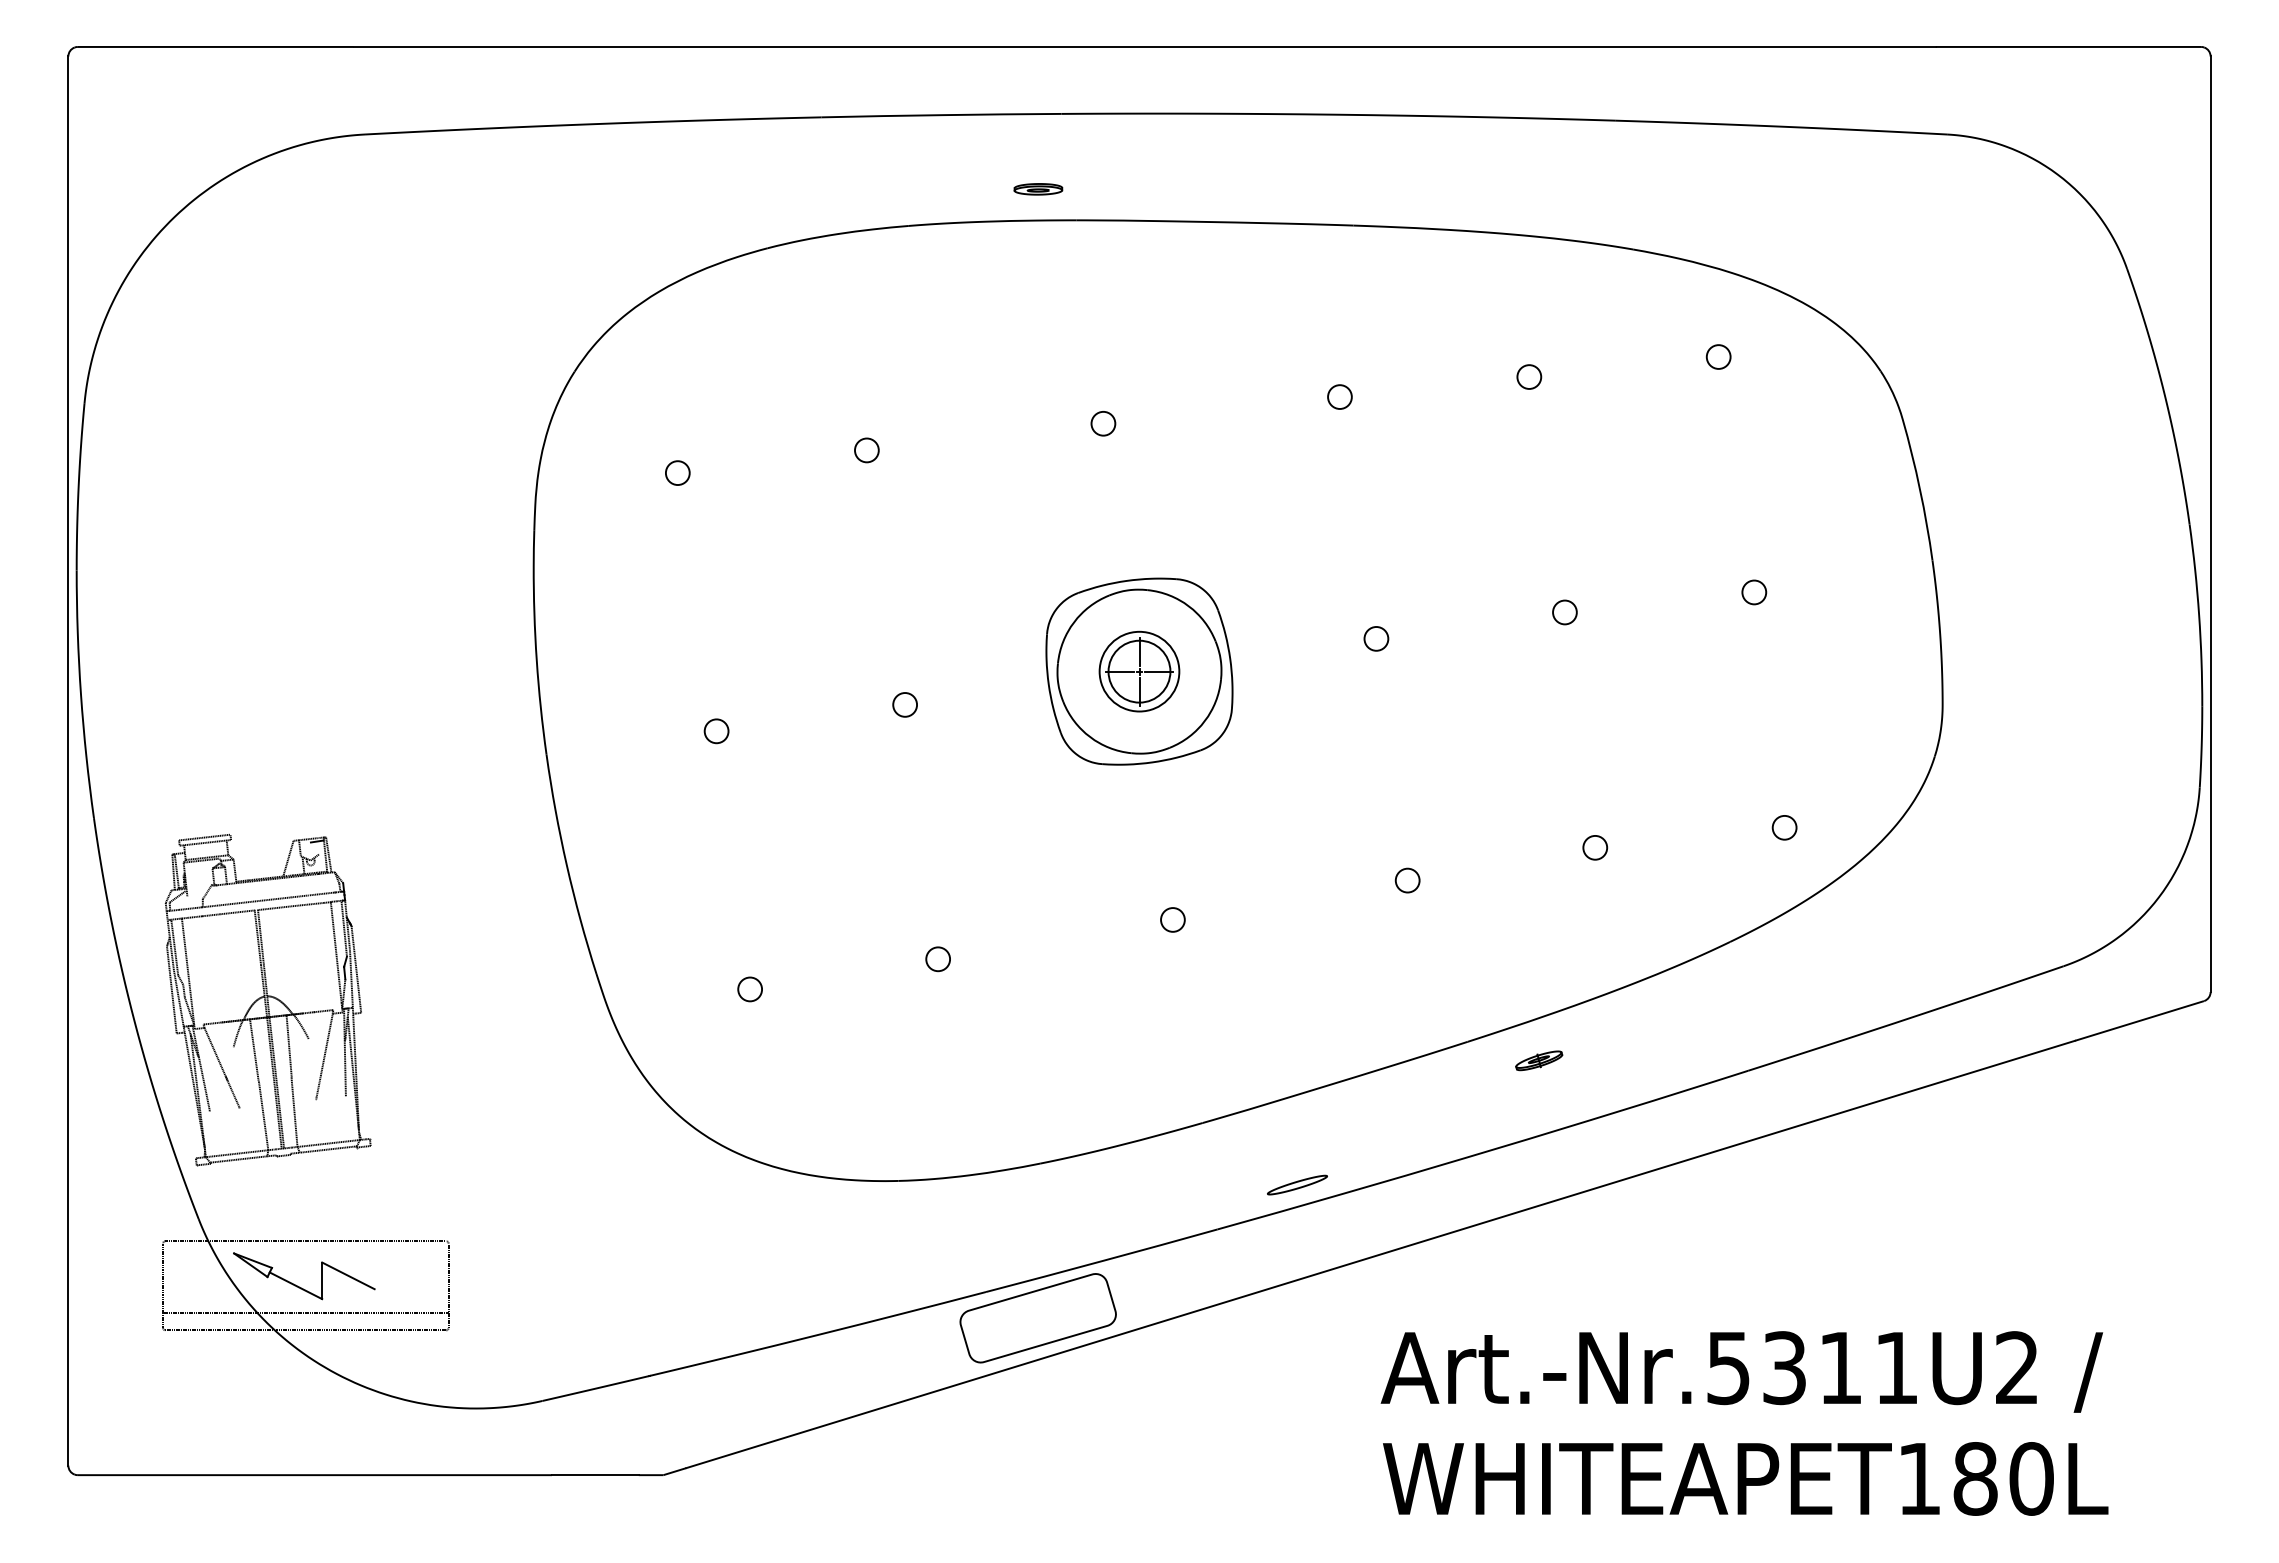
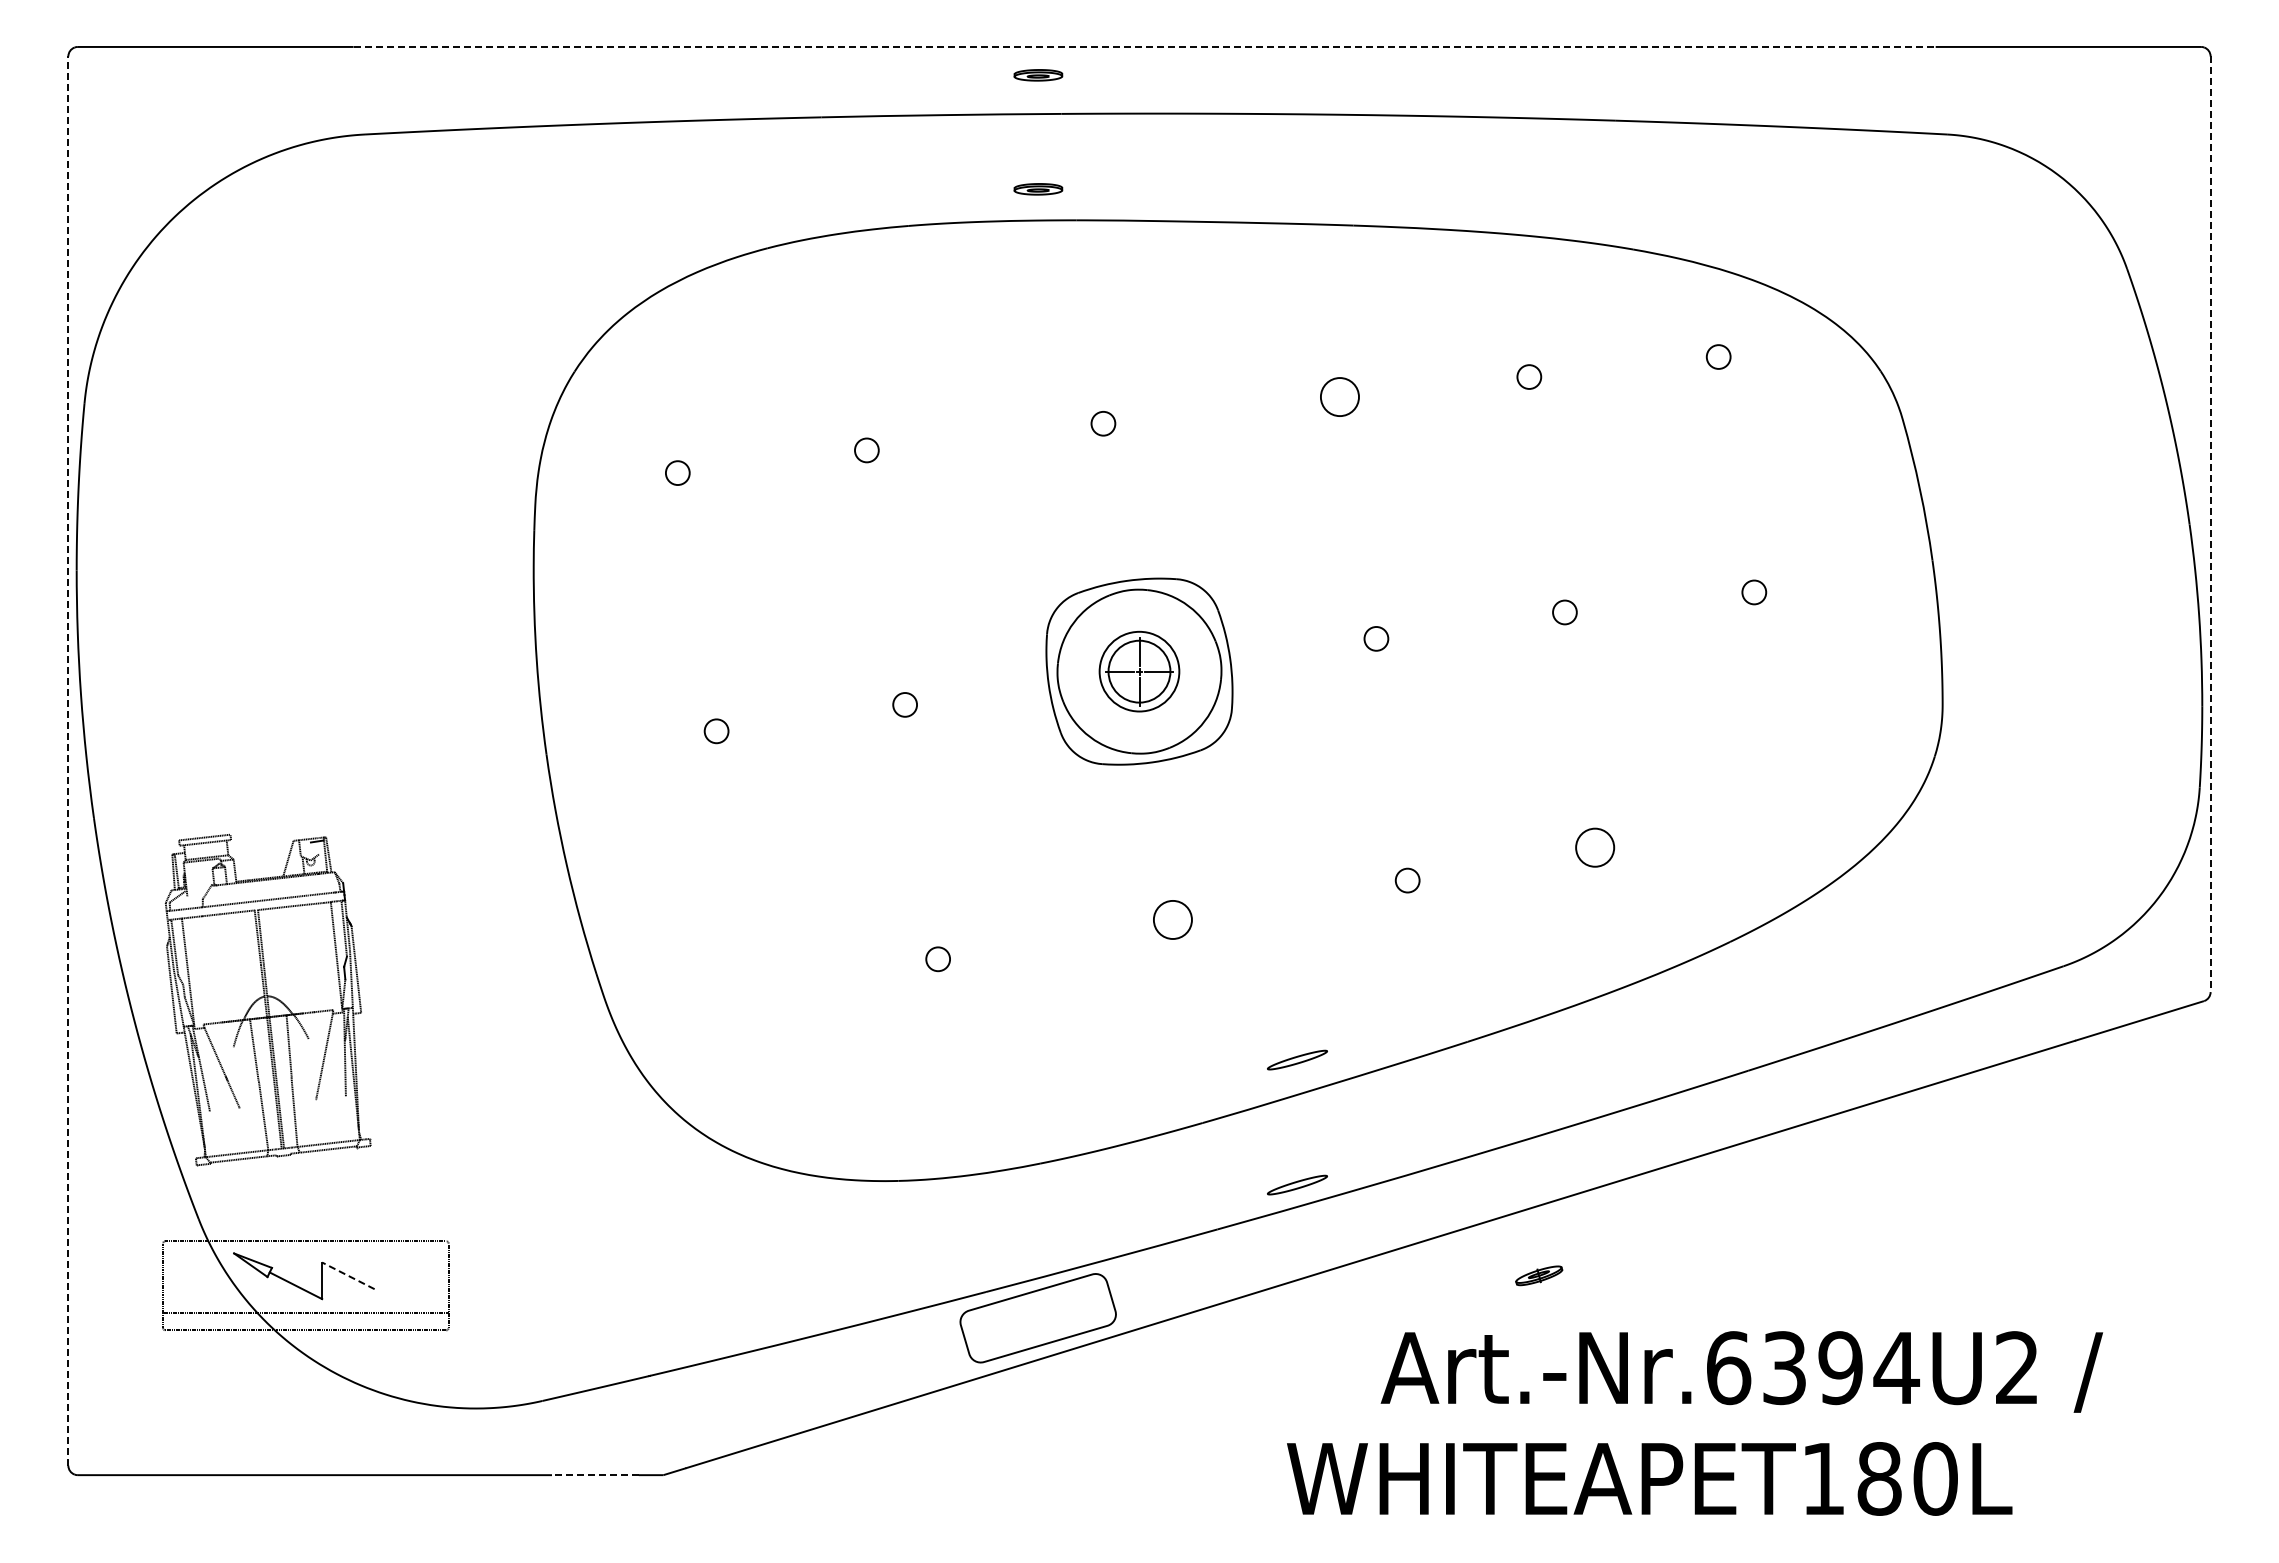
line at (1145, 46): solid -> dashed
part at (1038, 75): none -> present
circle at (1339, 396) diameter: 24 px -> 38 px
line at (2210, 524): solid -> dashed
line at (68, 761): solid -> dashed
circle at (1784, 827): present -> none
circle at (1595, 847) size: 27x26 px -> 41x41 px
circle at (1172, 919) diameter: 24 px -> 38 px
circle at (749, 989): present -> none
curve at (1297, 1057): none -> present
part at (1539, 1060) position: (1539, 1060) -> (1539, 1275)
line at (347, 1275): solid -> dashed
text at (1813, 1368): Art.-Nr.5311U2 -> Art.-Nr.6394U2
line at (594, 1475): solid -> dashed
text at (1745, 1478) position: (1745, 1478) -> (1649, 1478)
